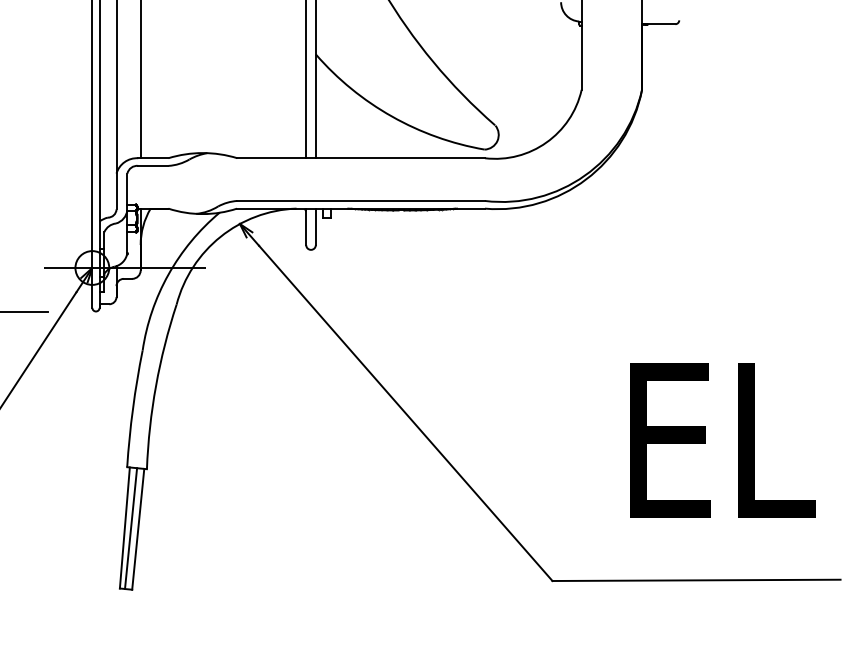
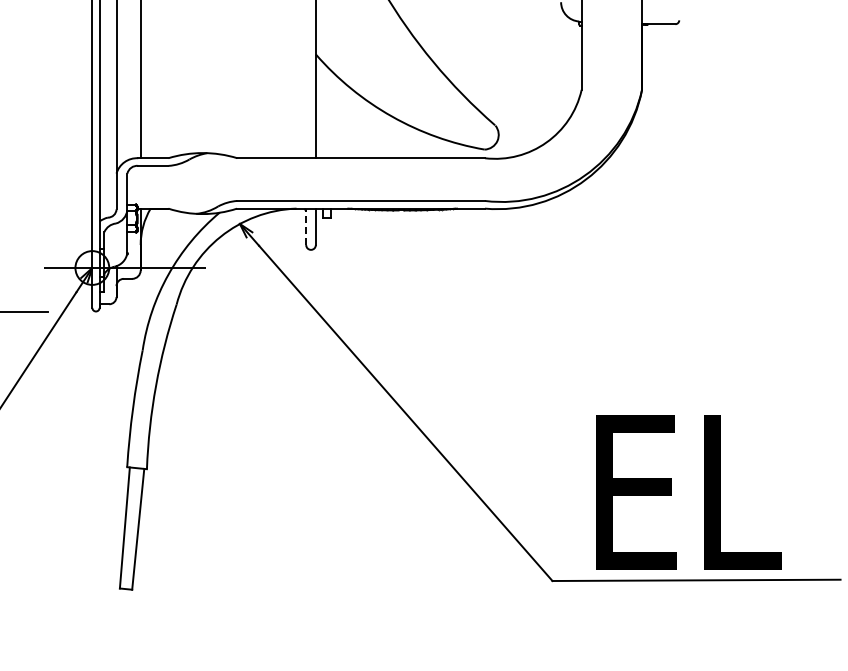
line at (306, 80): present -> none
line at (306, 226): solid -> dashed
text at (722, 440) position: (722, 440) -> (688, 492)
line at (131, 528): present -> none
